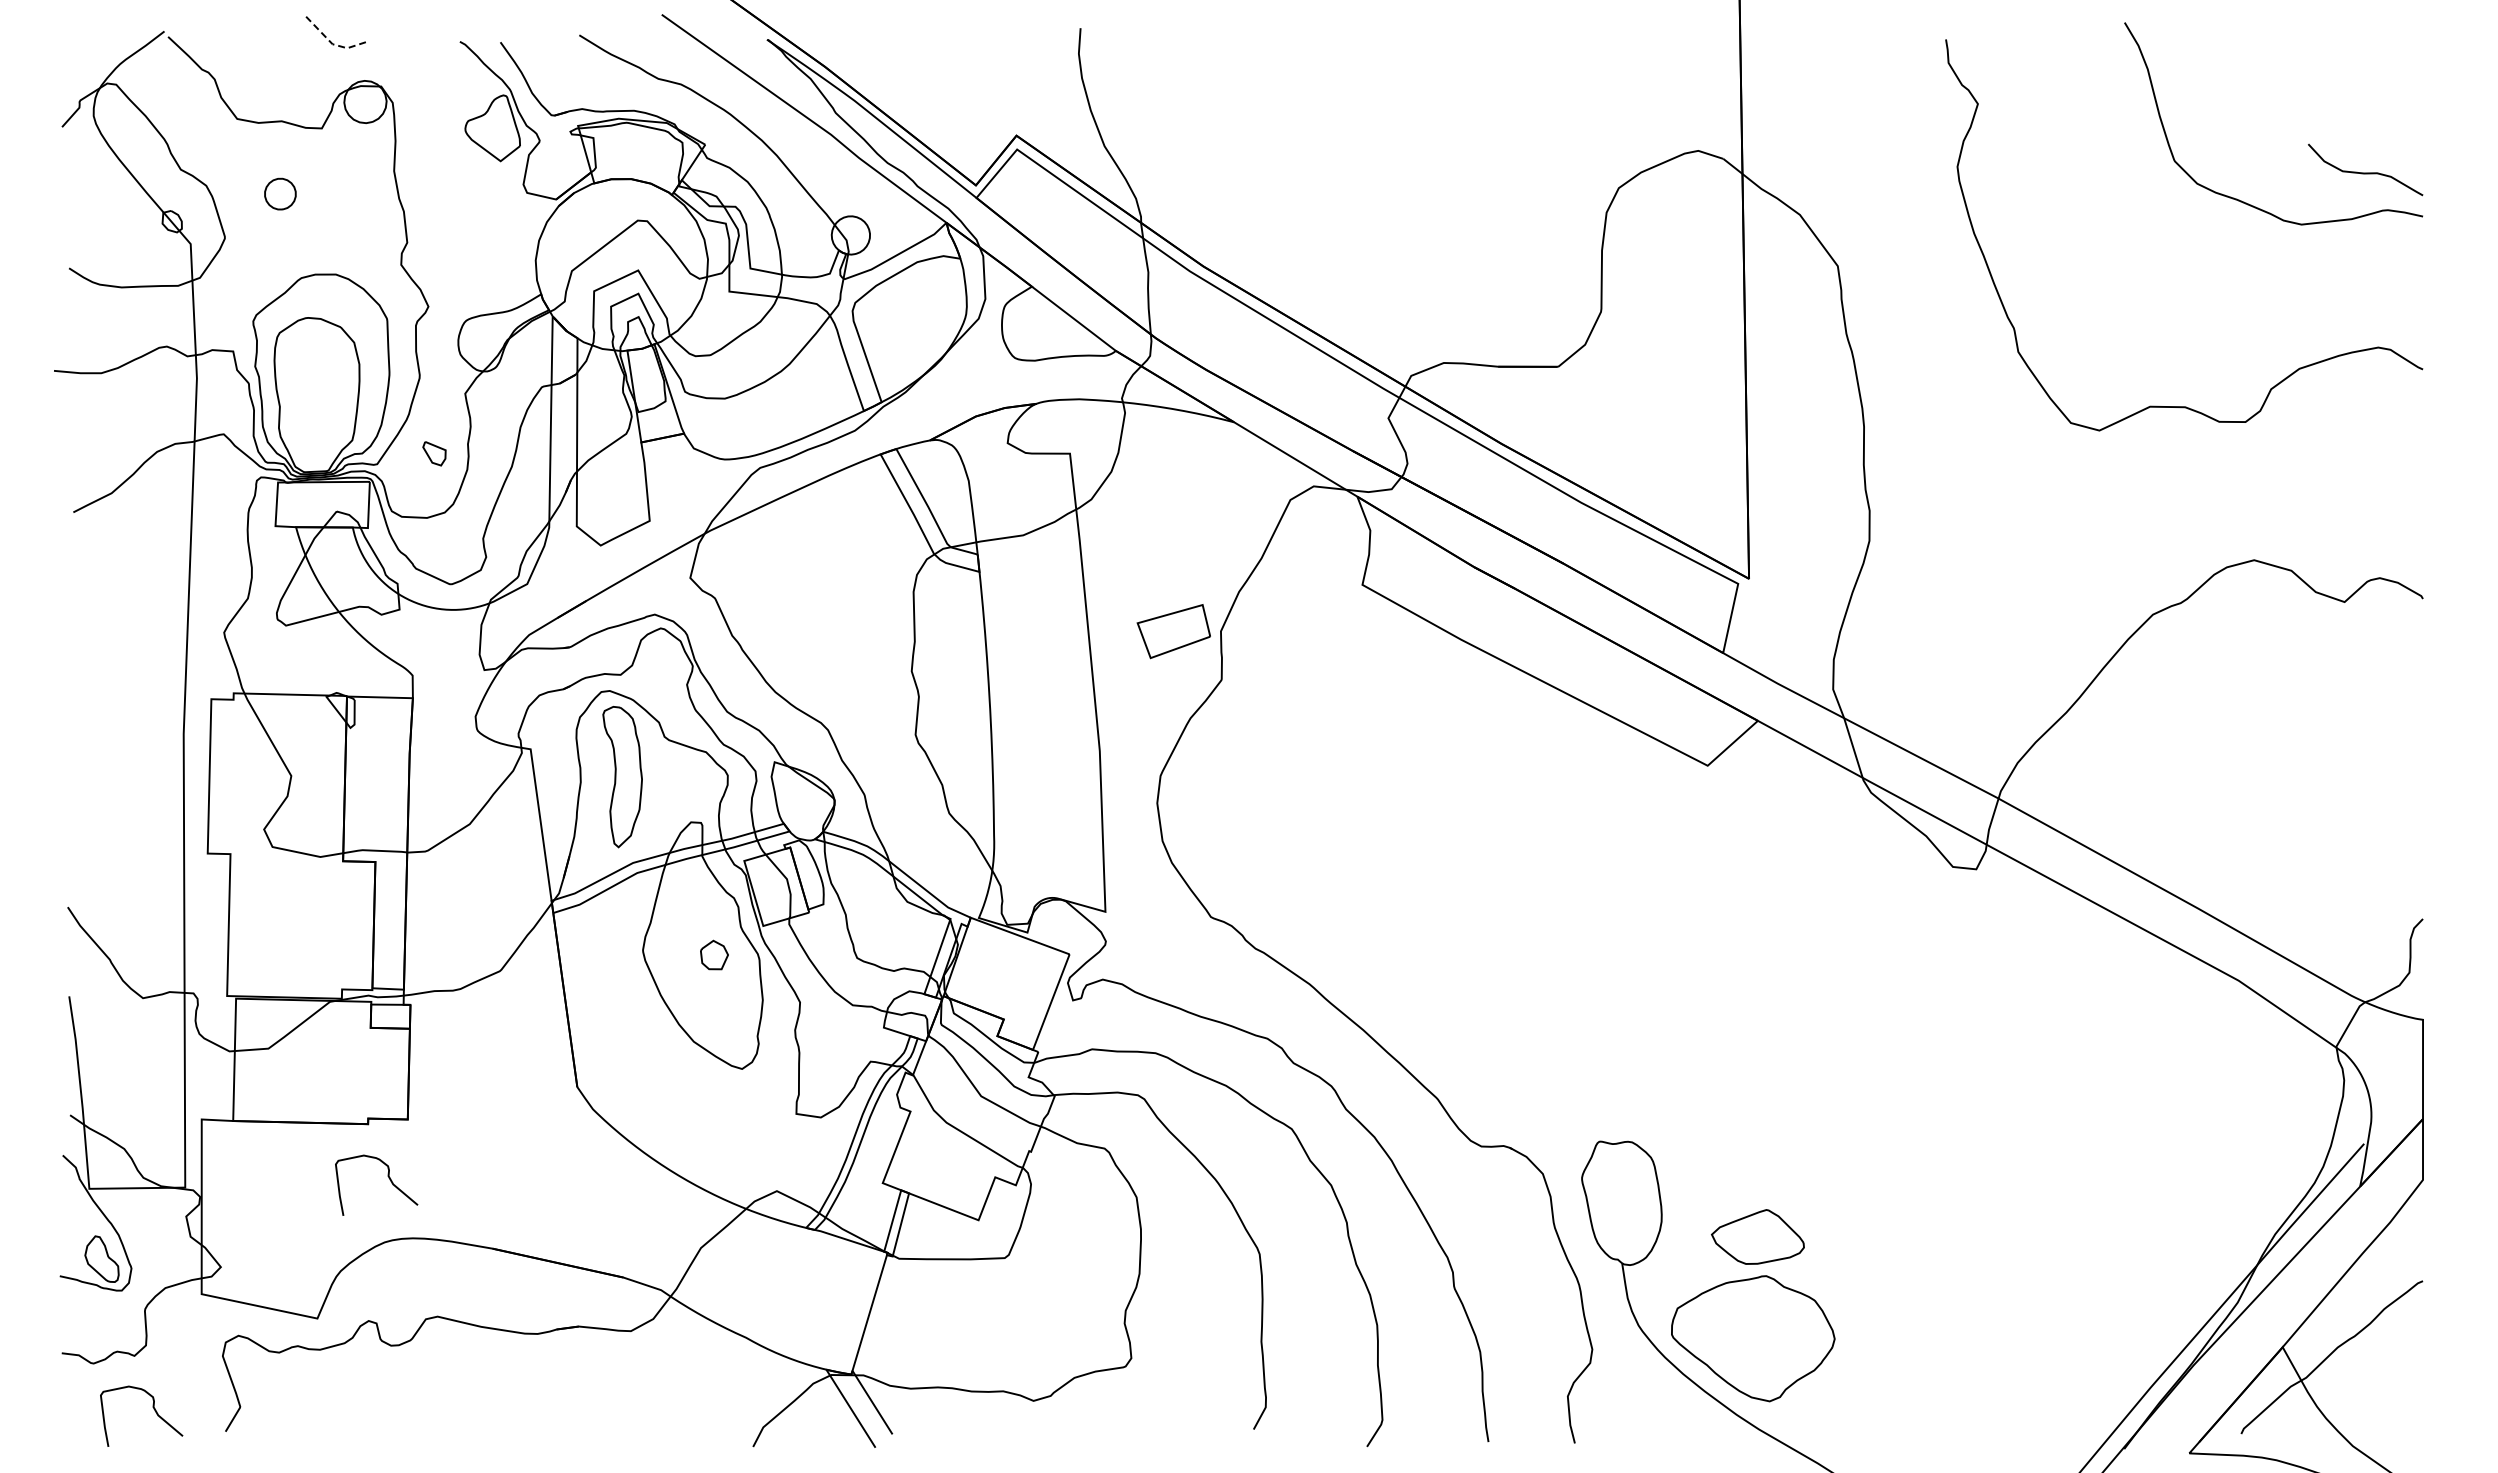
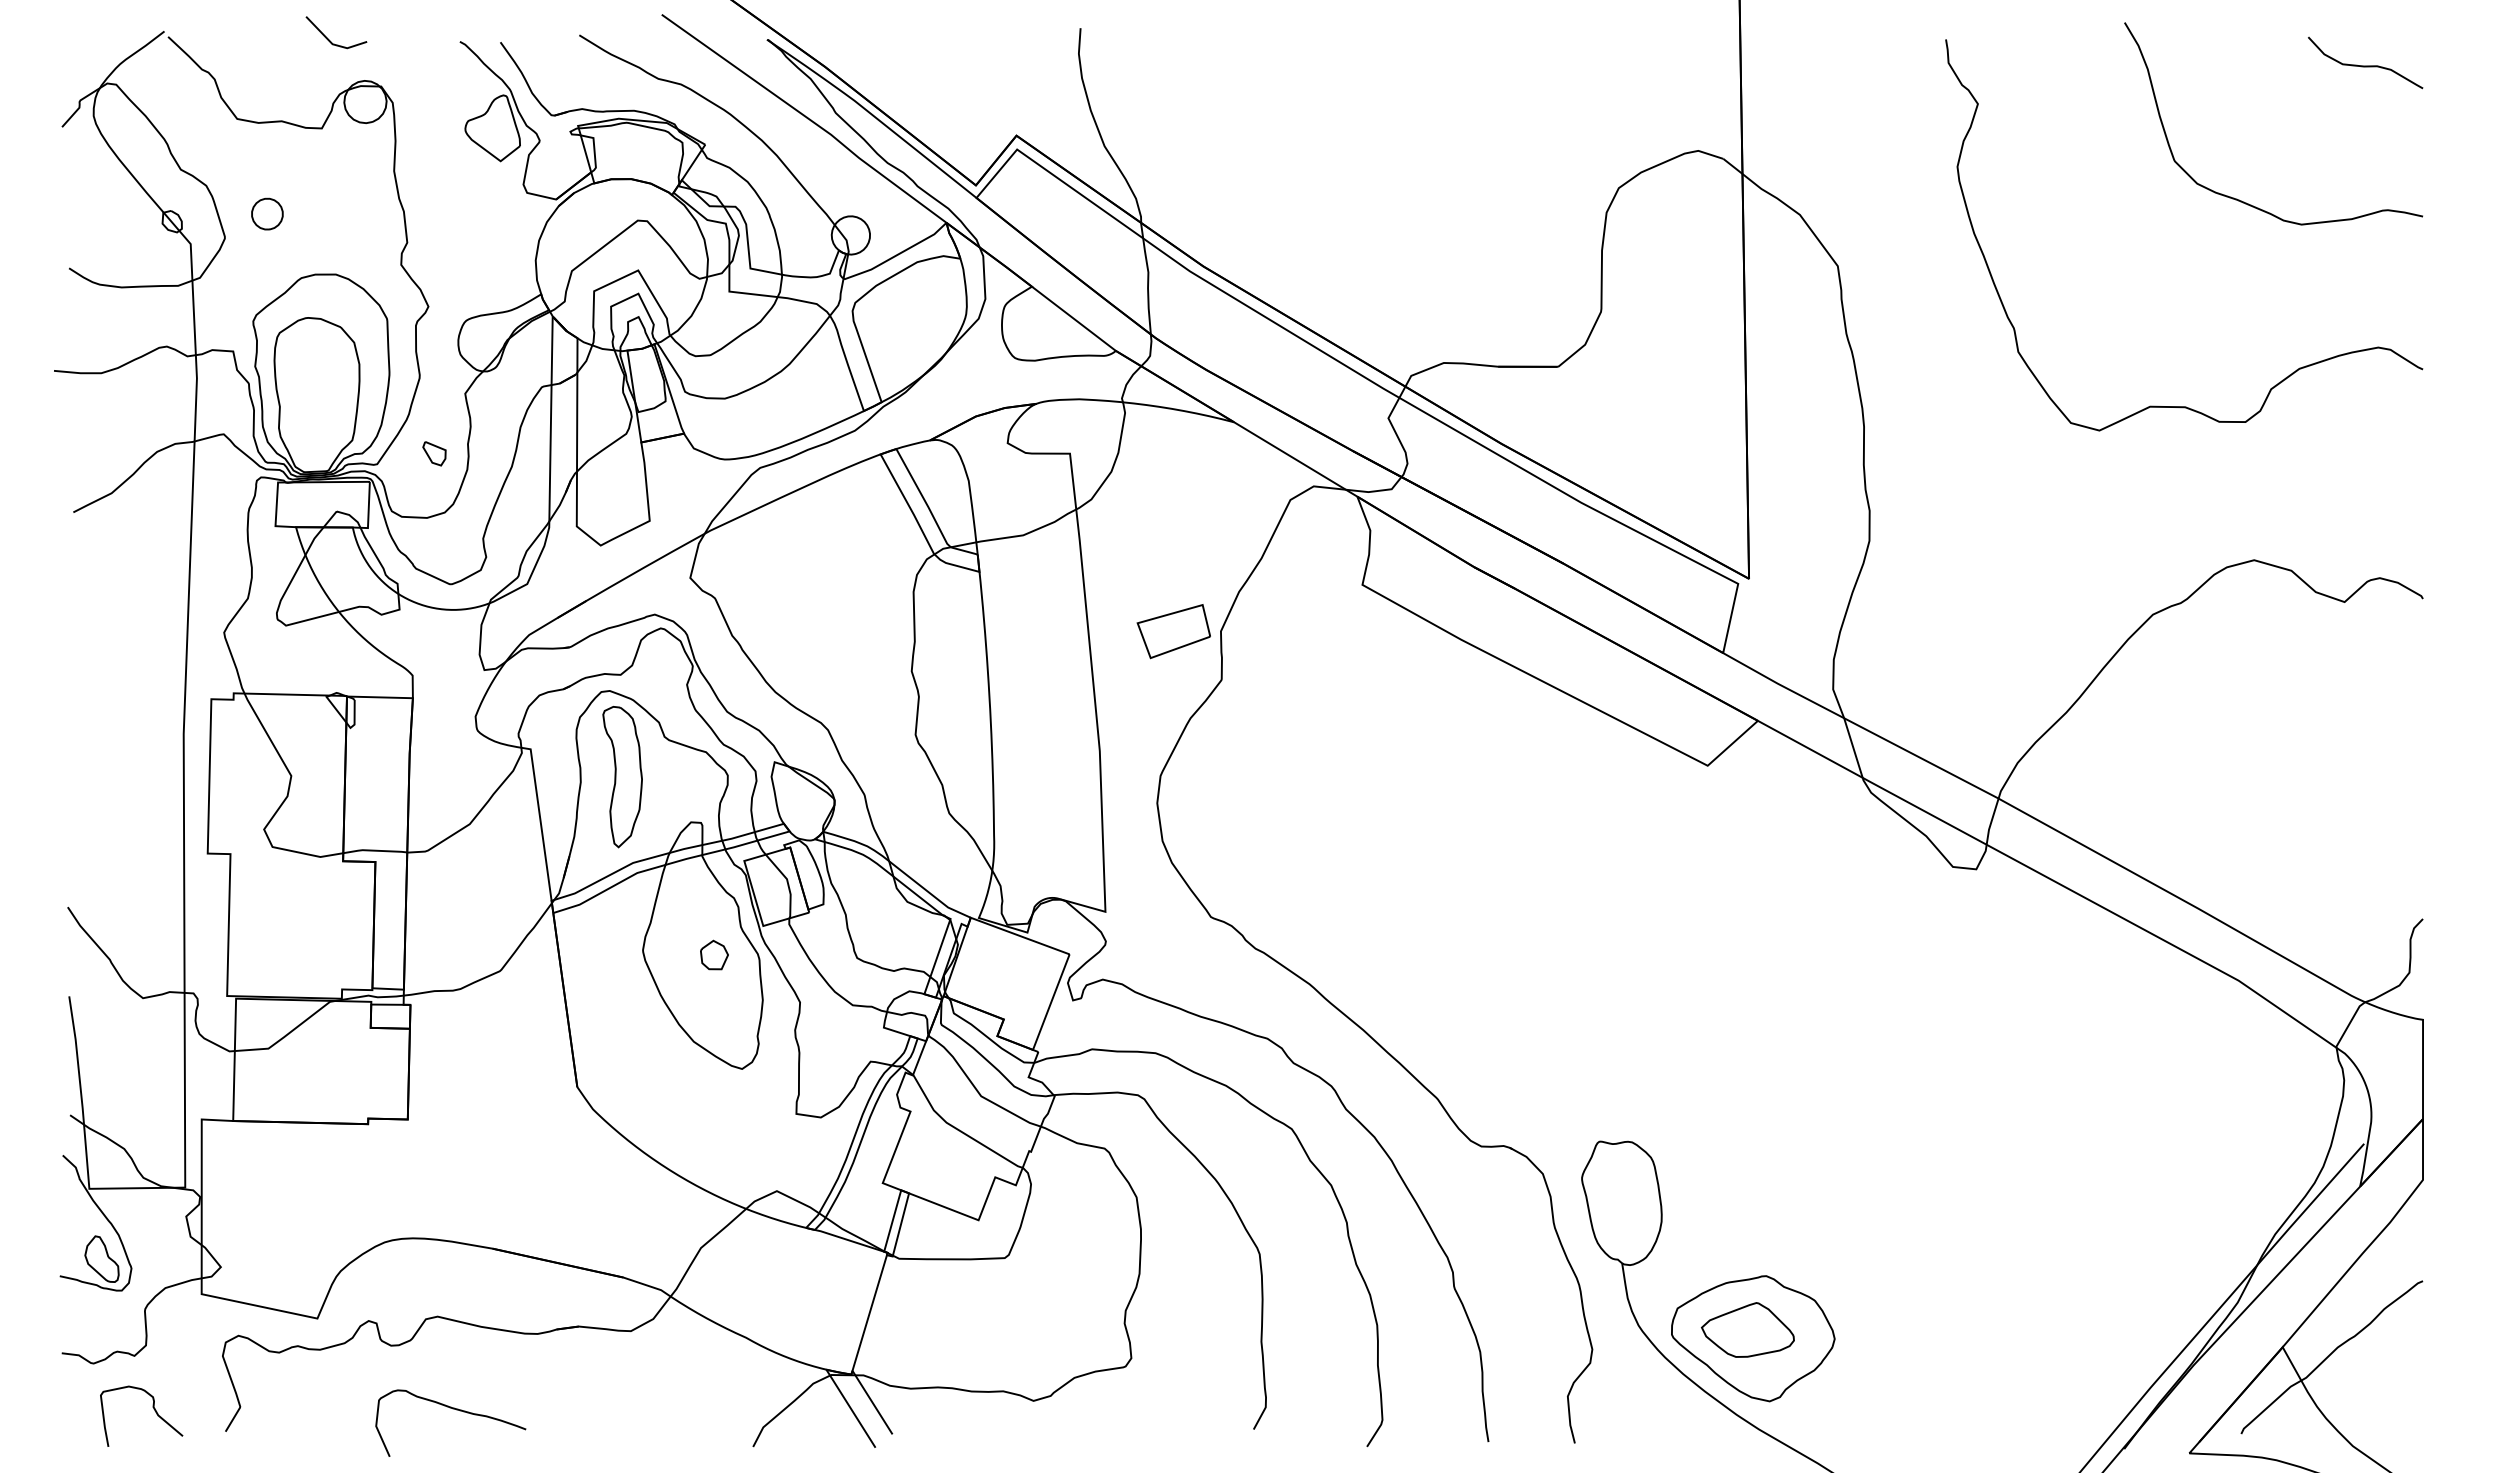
line at (332, 44): dashed -> solid
curve at (2365, 172) position: (2365, 172) -> (2365, 65)
part at (280, 193) position: (280, 193) -> (267, 213)
curve at (388, 1178): present -> none
part at (1757, 1236) position: (1757, 1236) -> (1747, 1329)
curve at (452, 1409): none -> present
